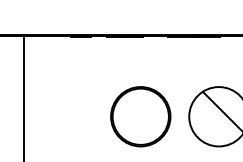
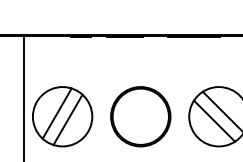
part at (62, 116): none -> present
line at (214, 120): none -> present
